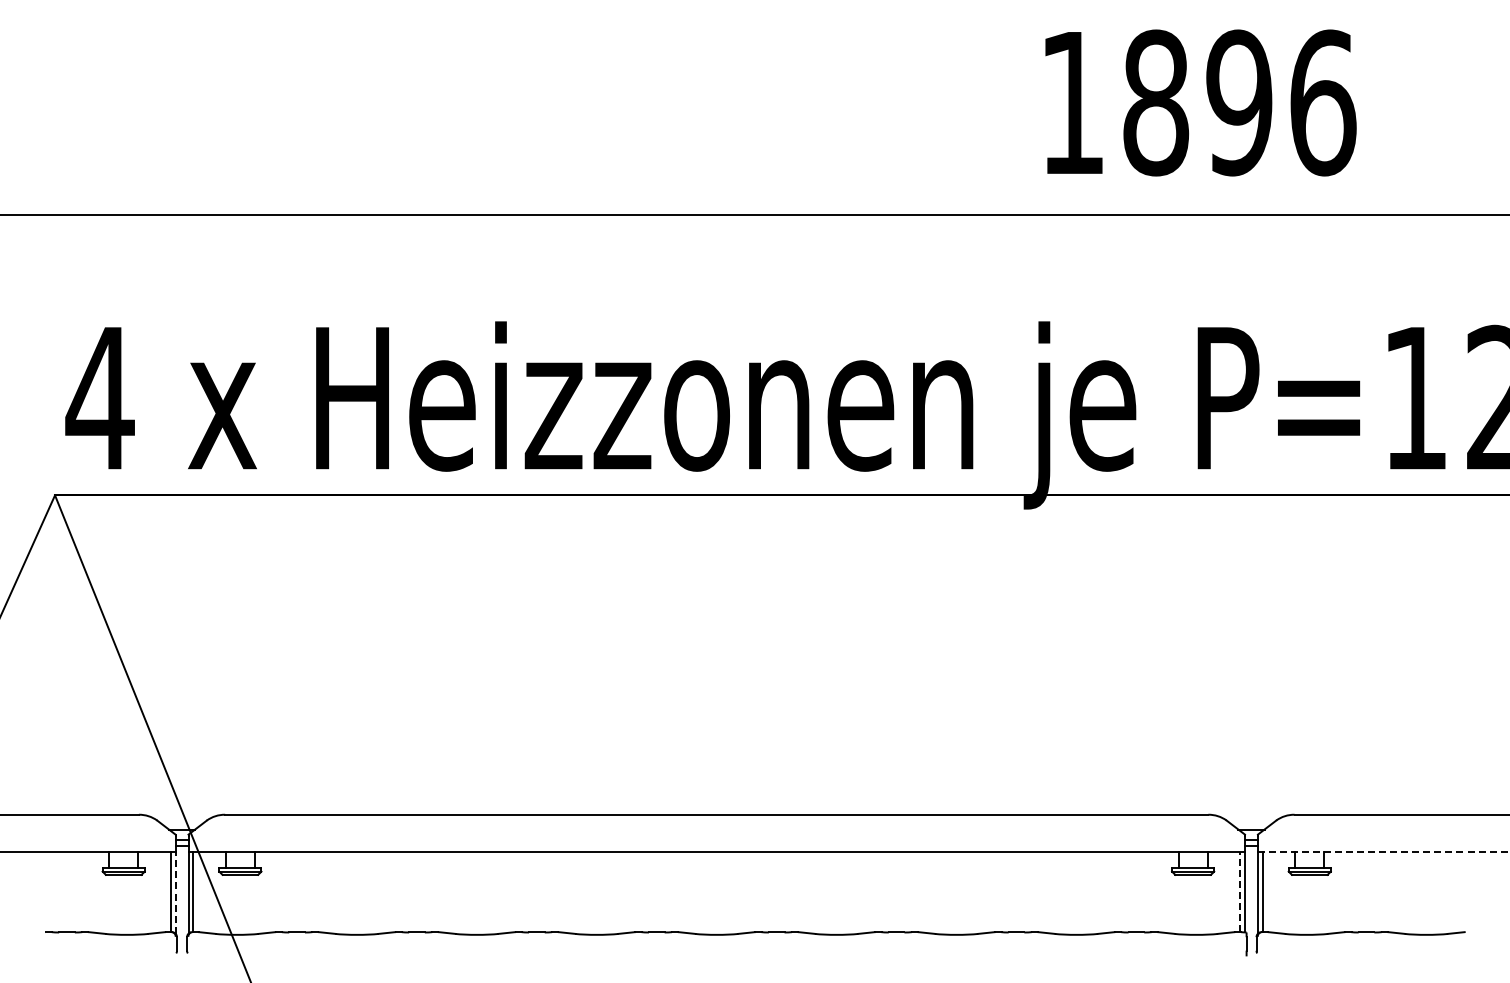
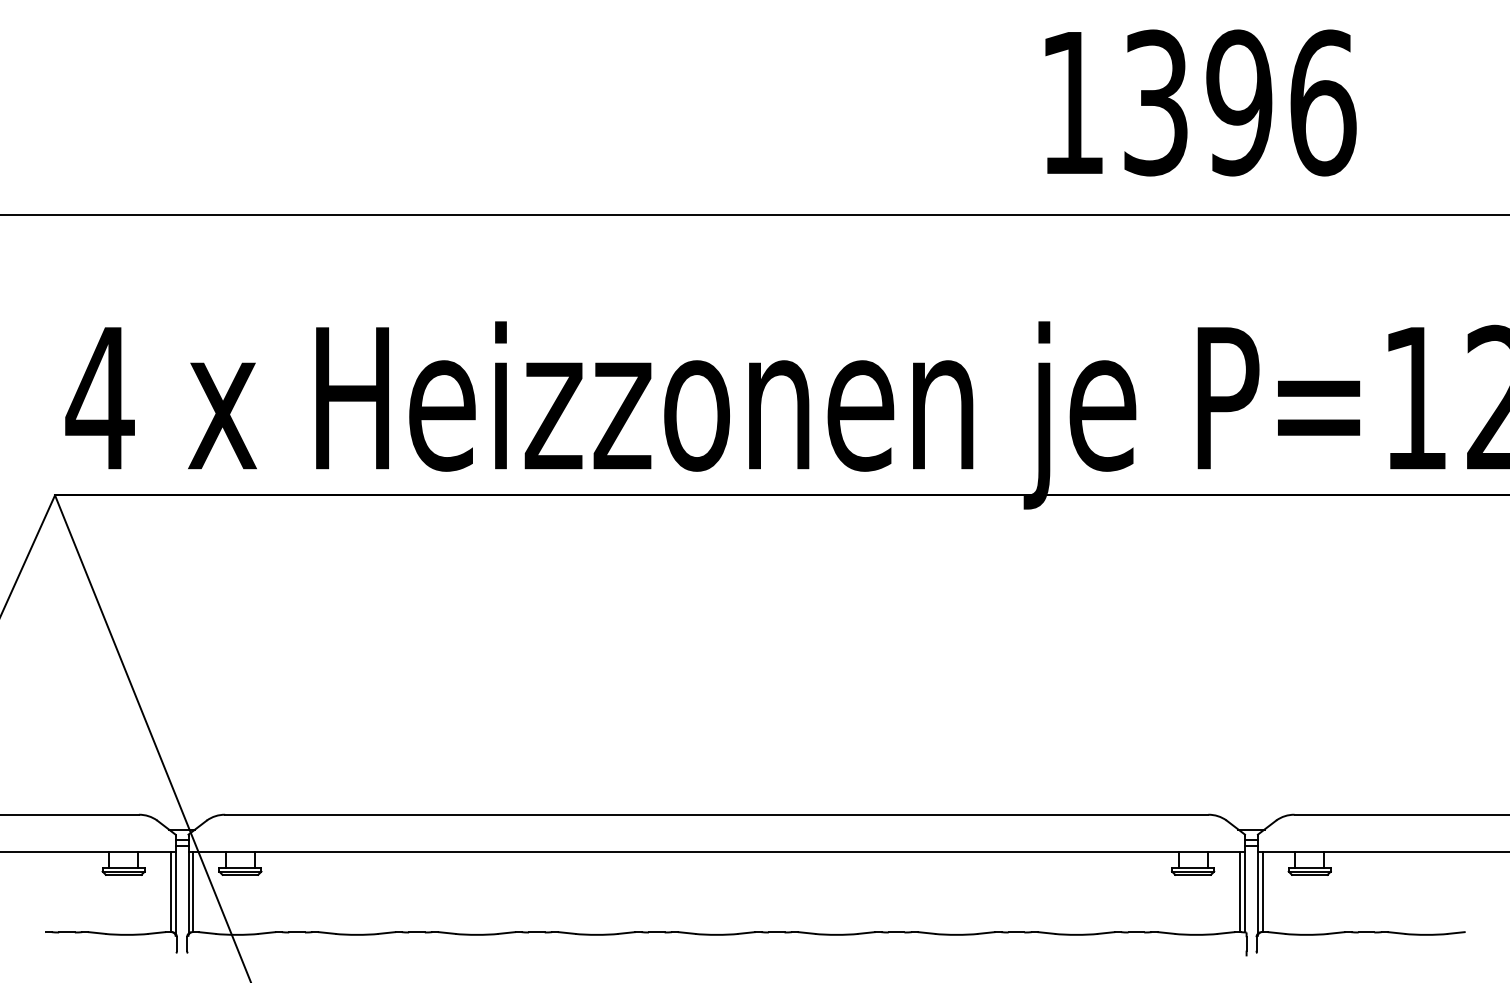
text at (1156, 102): 1896 -> 1396
line at (1383, 851): dashed -> solid
line at (1240, 891): dashed -> solid
line at (175, 892): dashed -> solid
